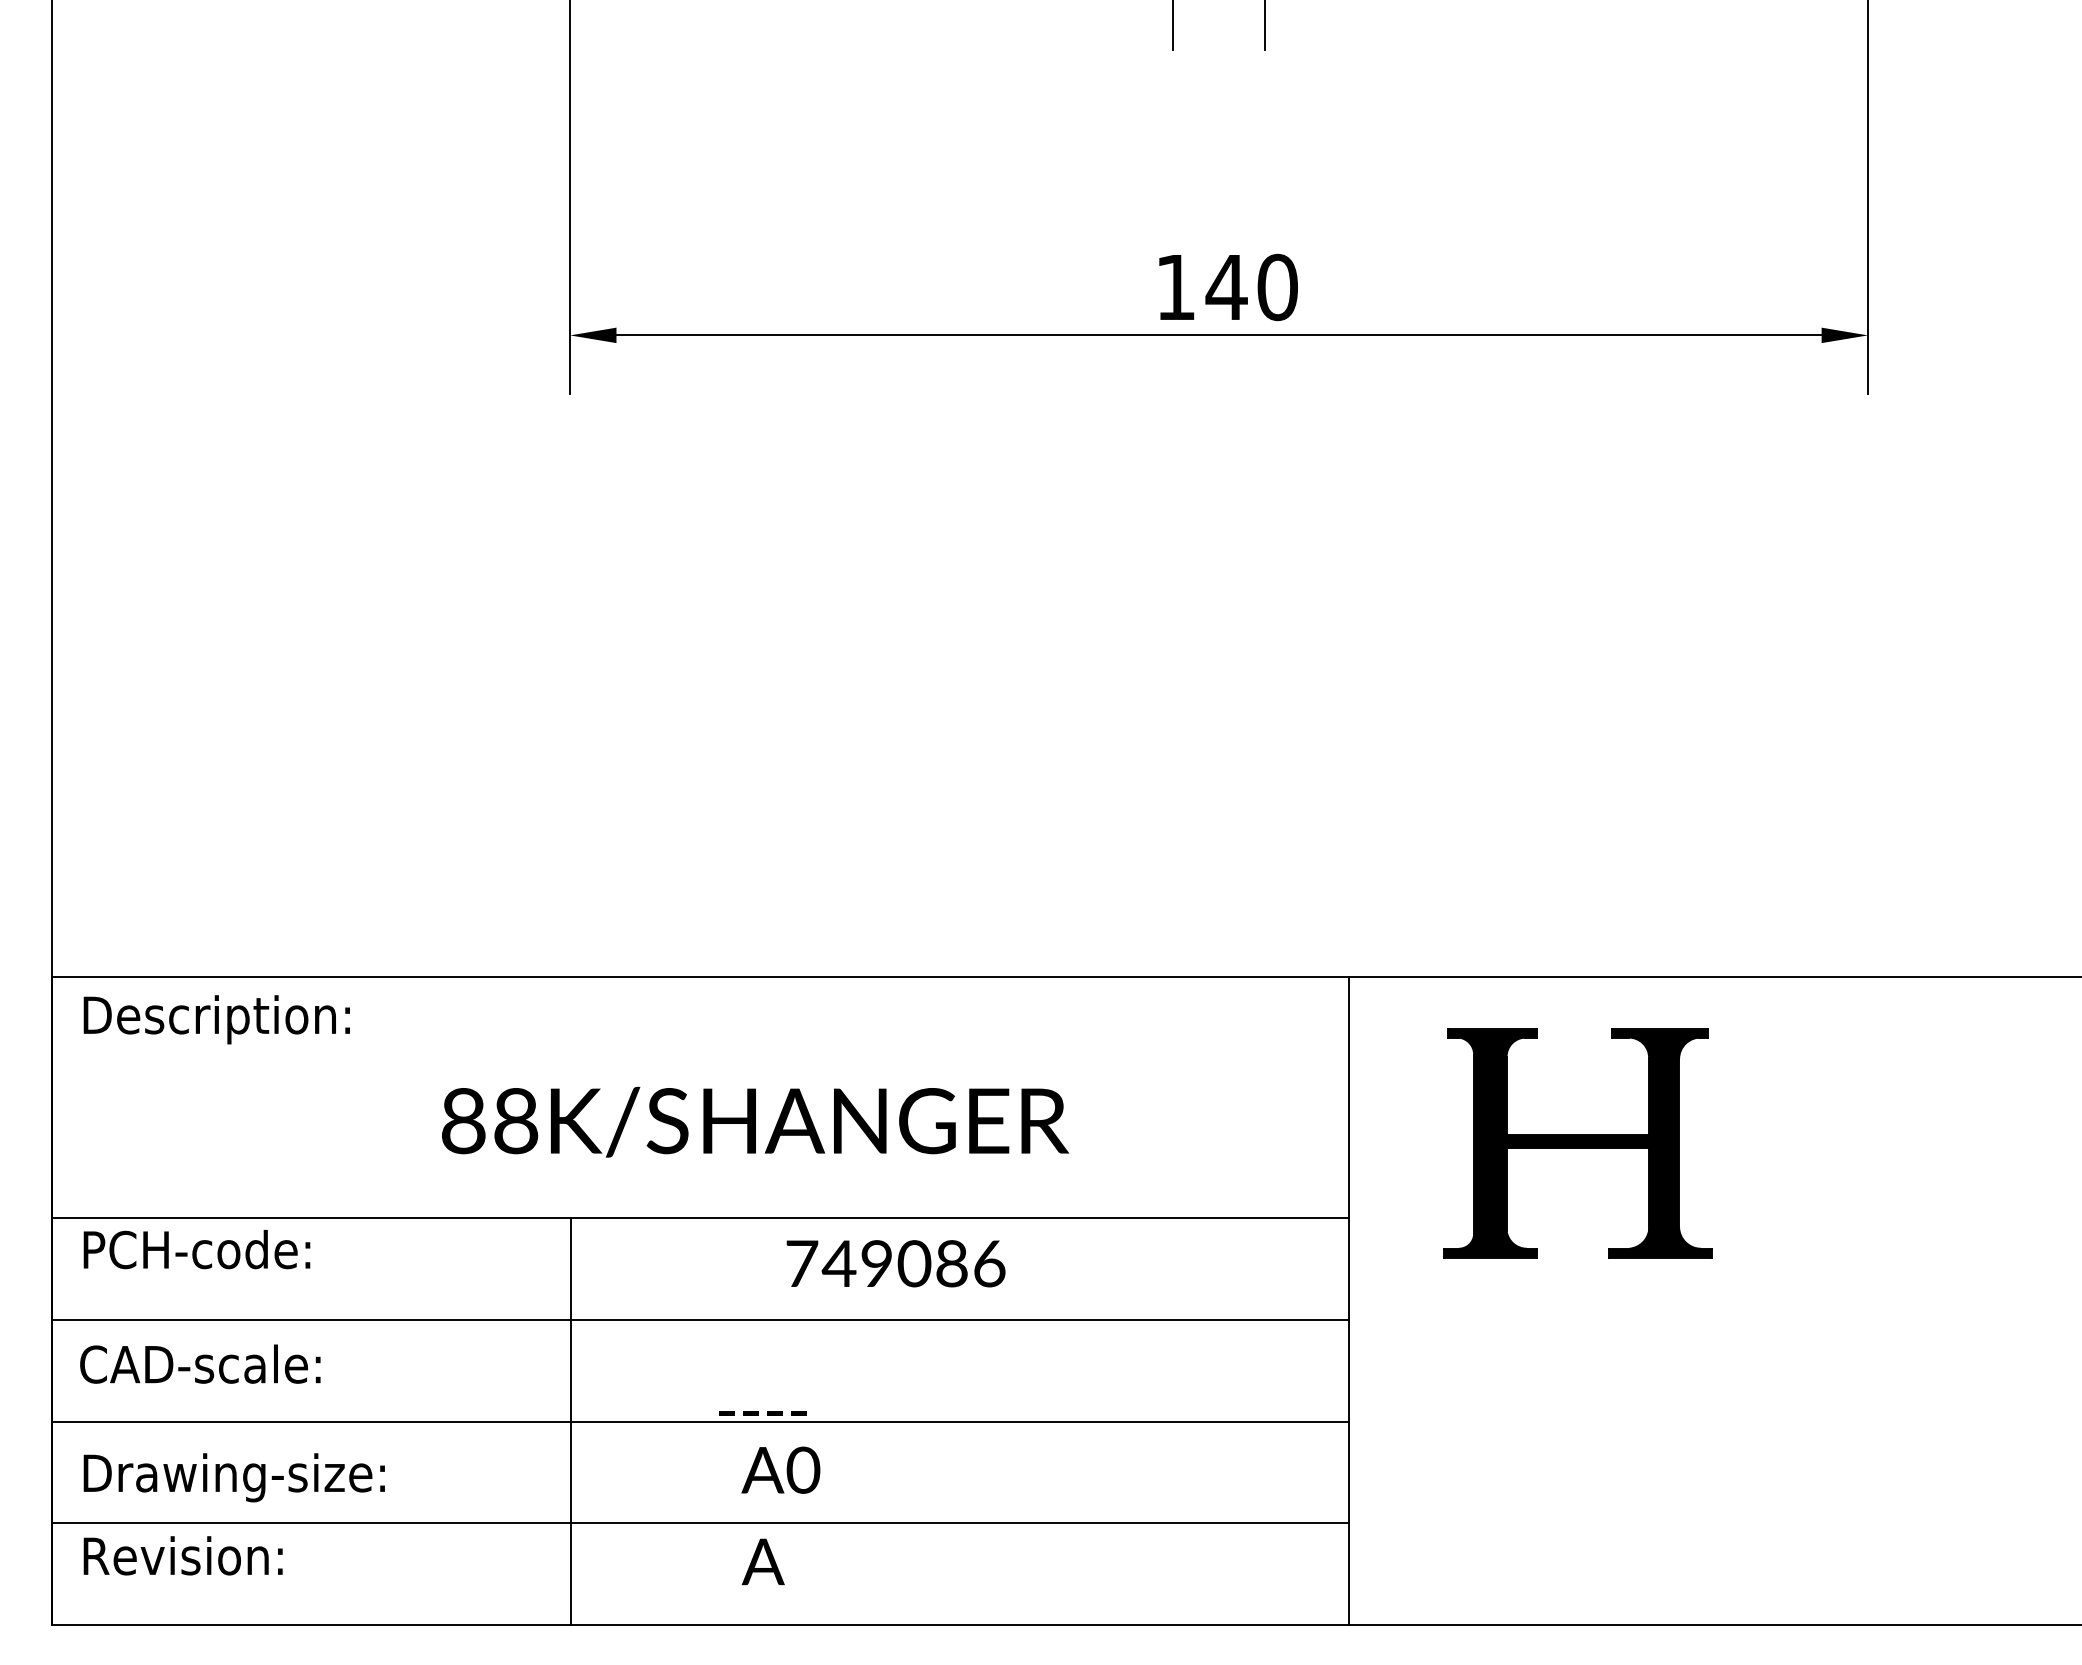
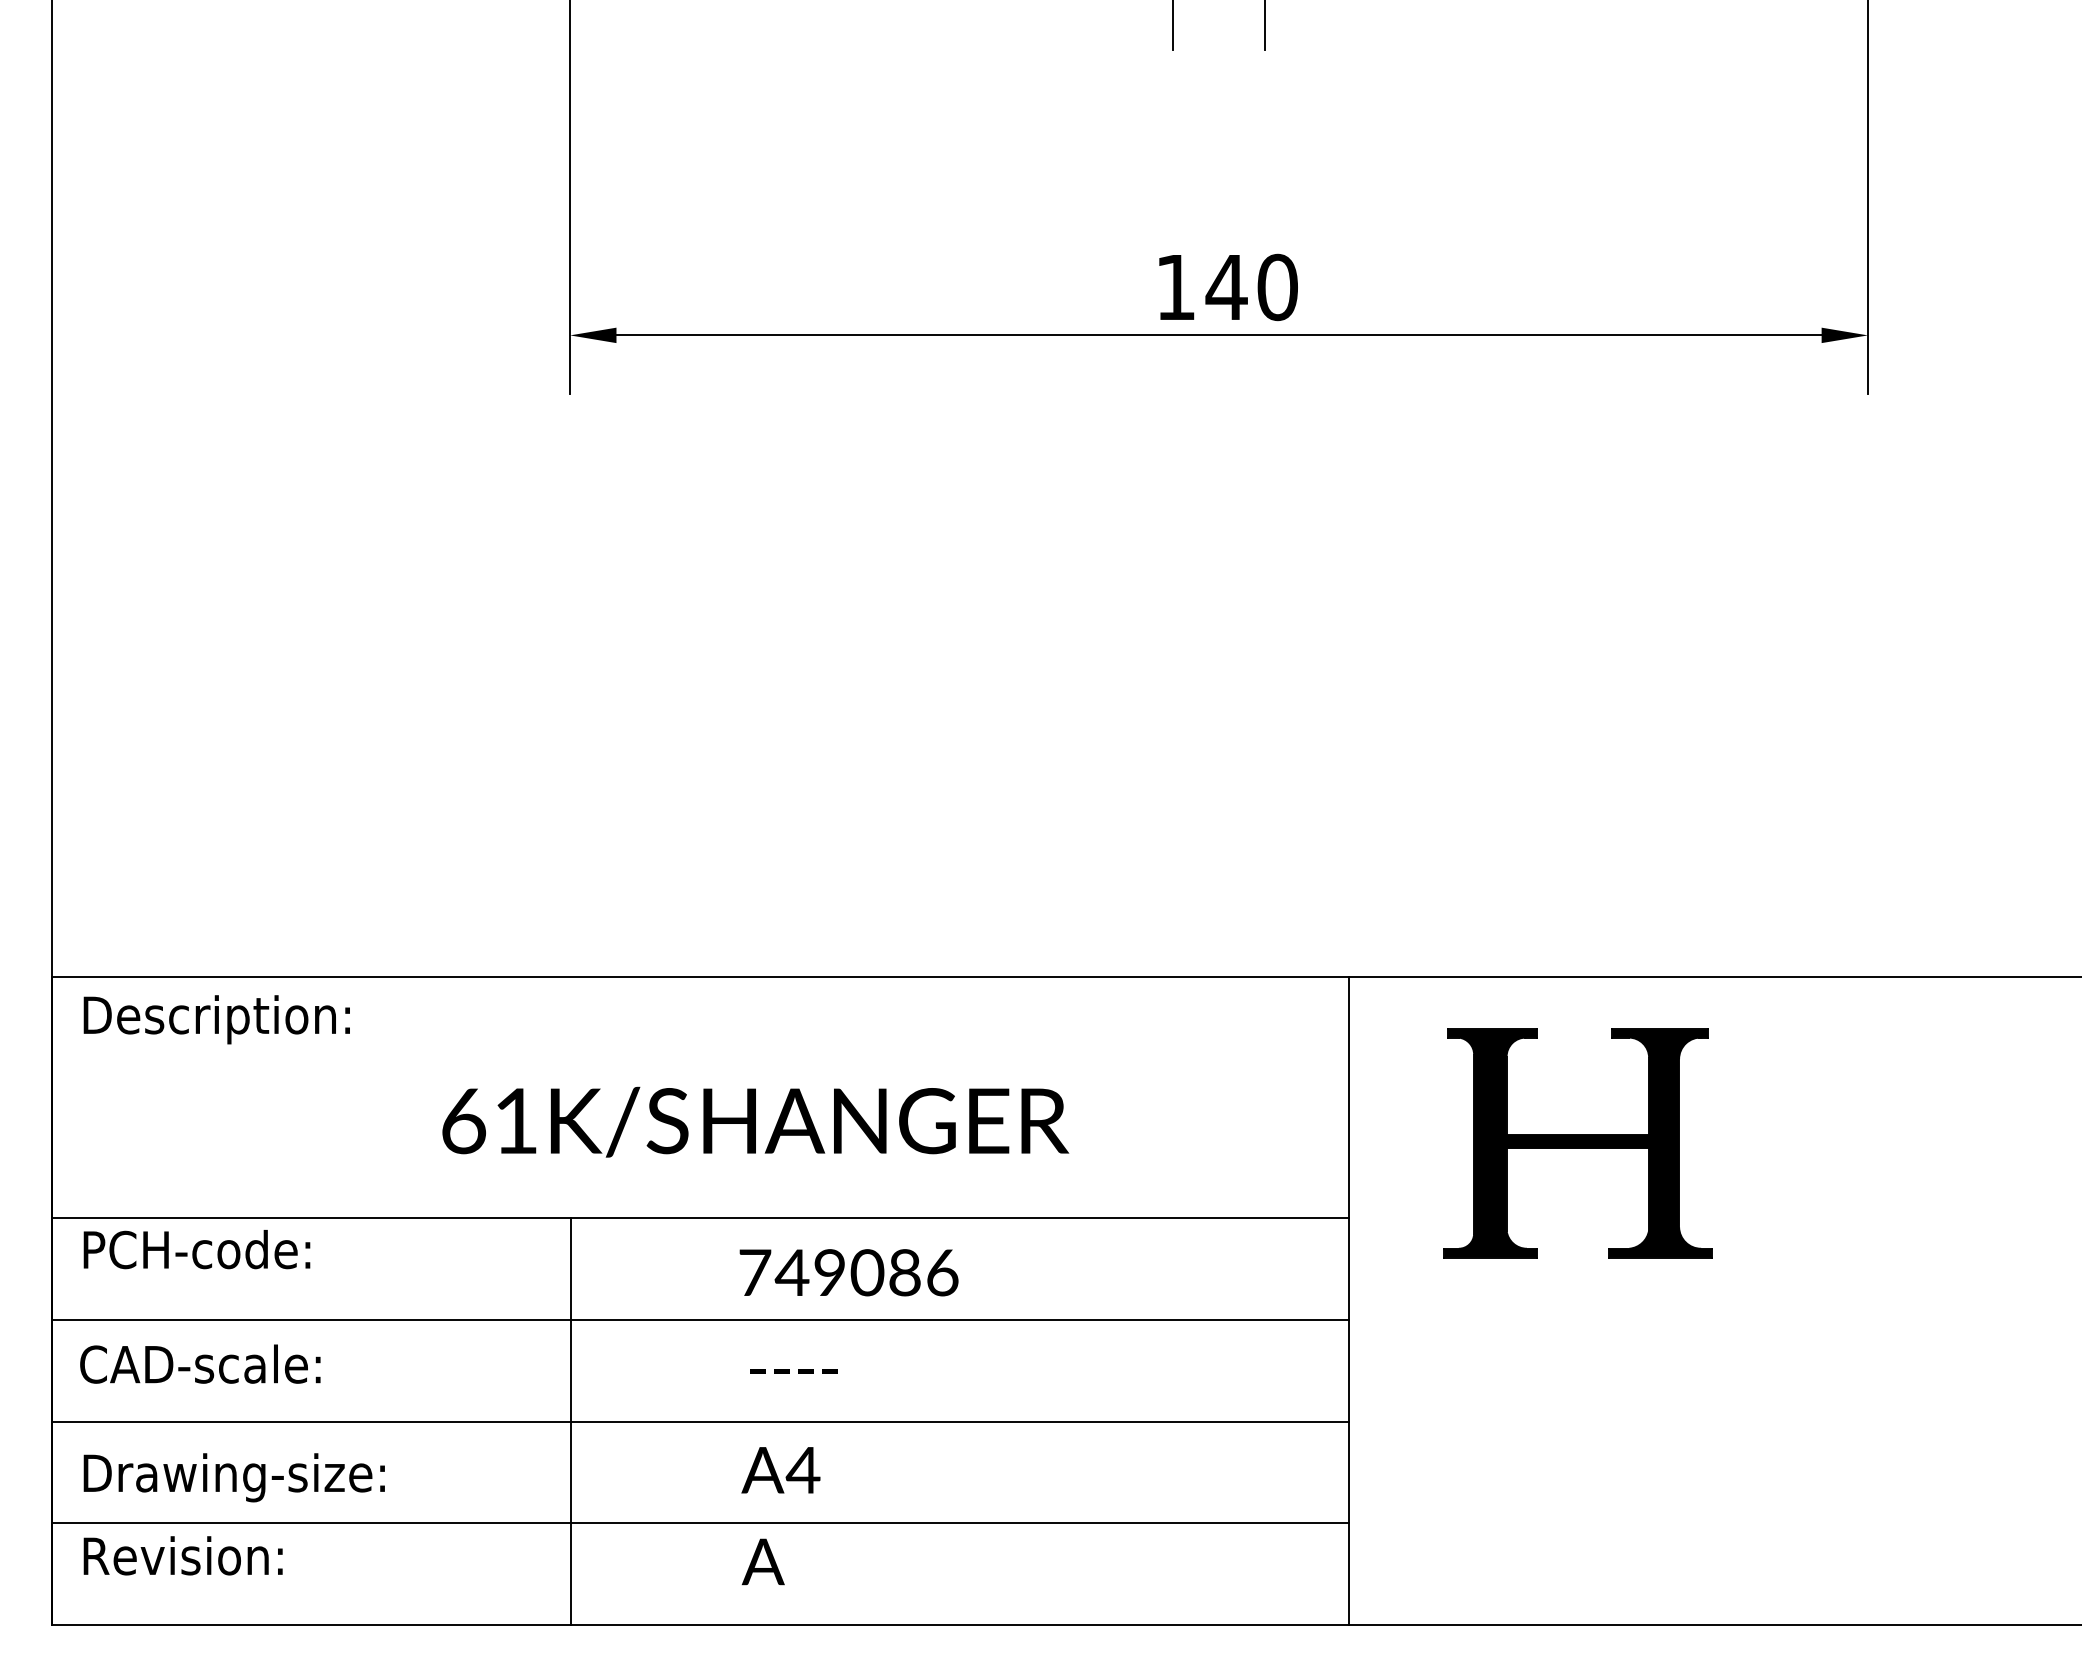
text at (490, 1121): 88K/S -> 61K/S
text at (895, 1263) position: (895, 1263) -> (848, 1272)
text at (762, 1413) position: (762, 1413) -> (793, 1371)
text at (802, 1469): A0 -> A4
